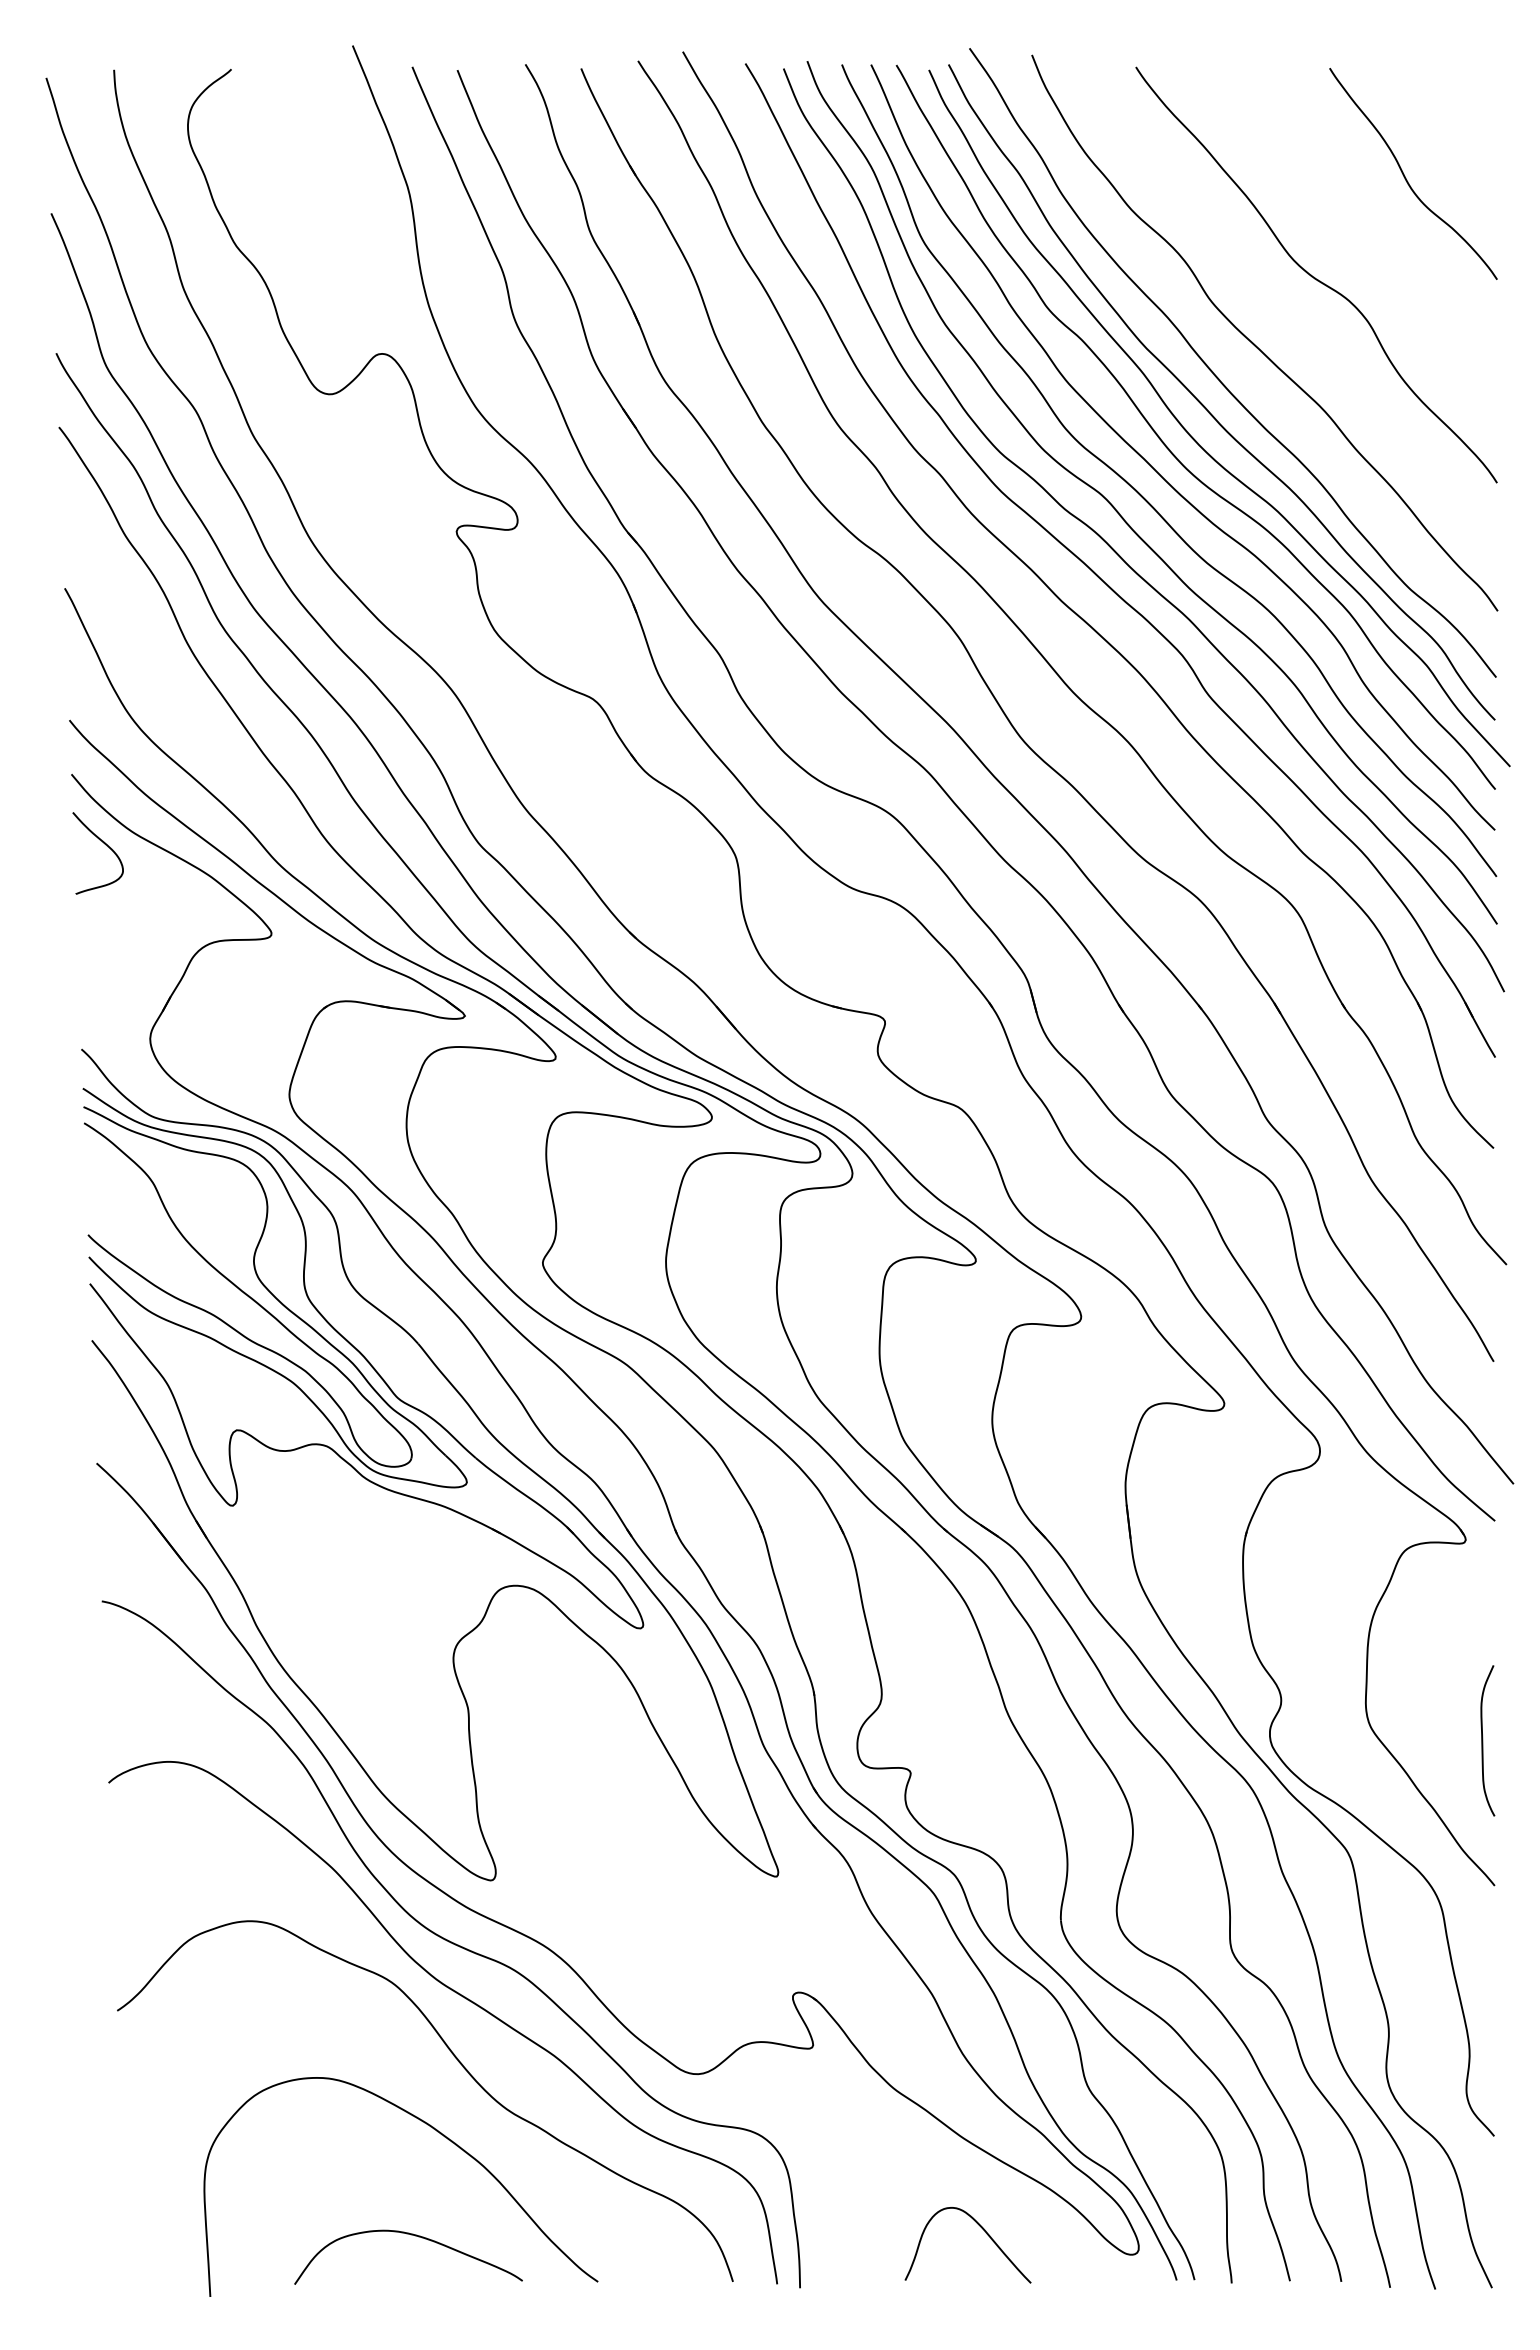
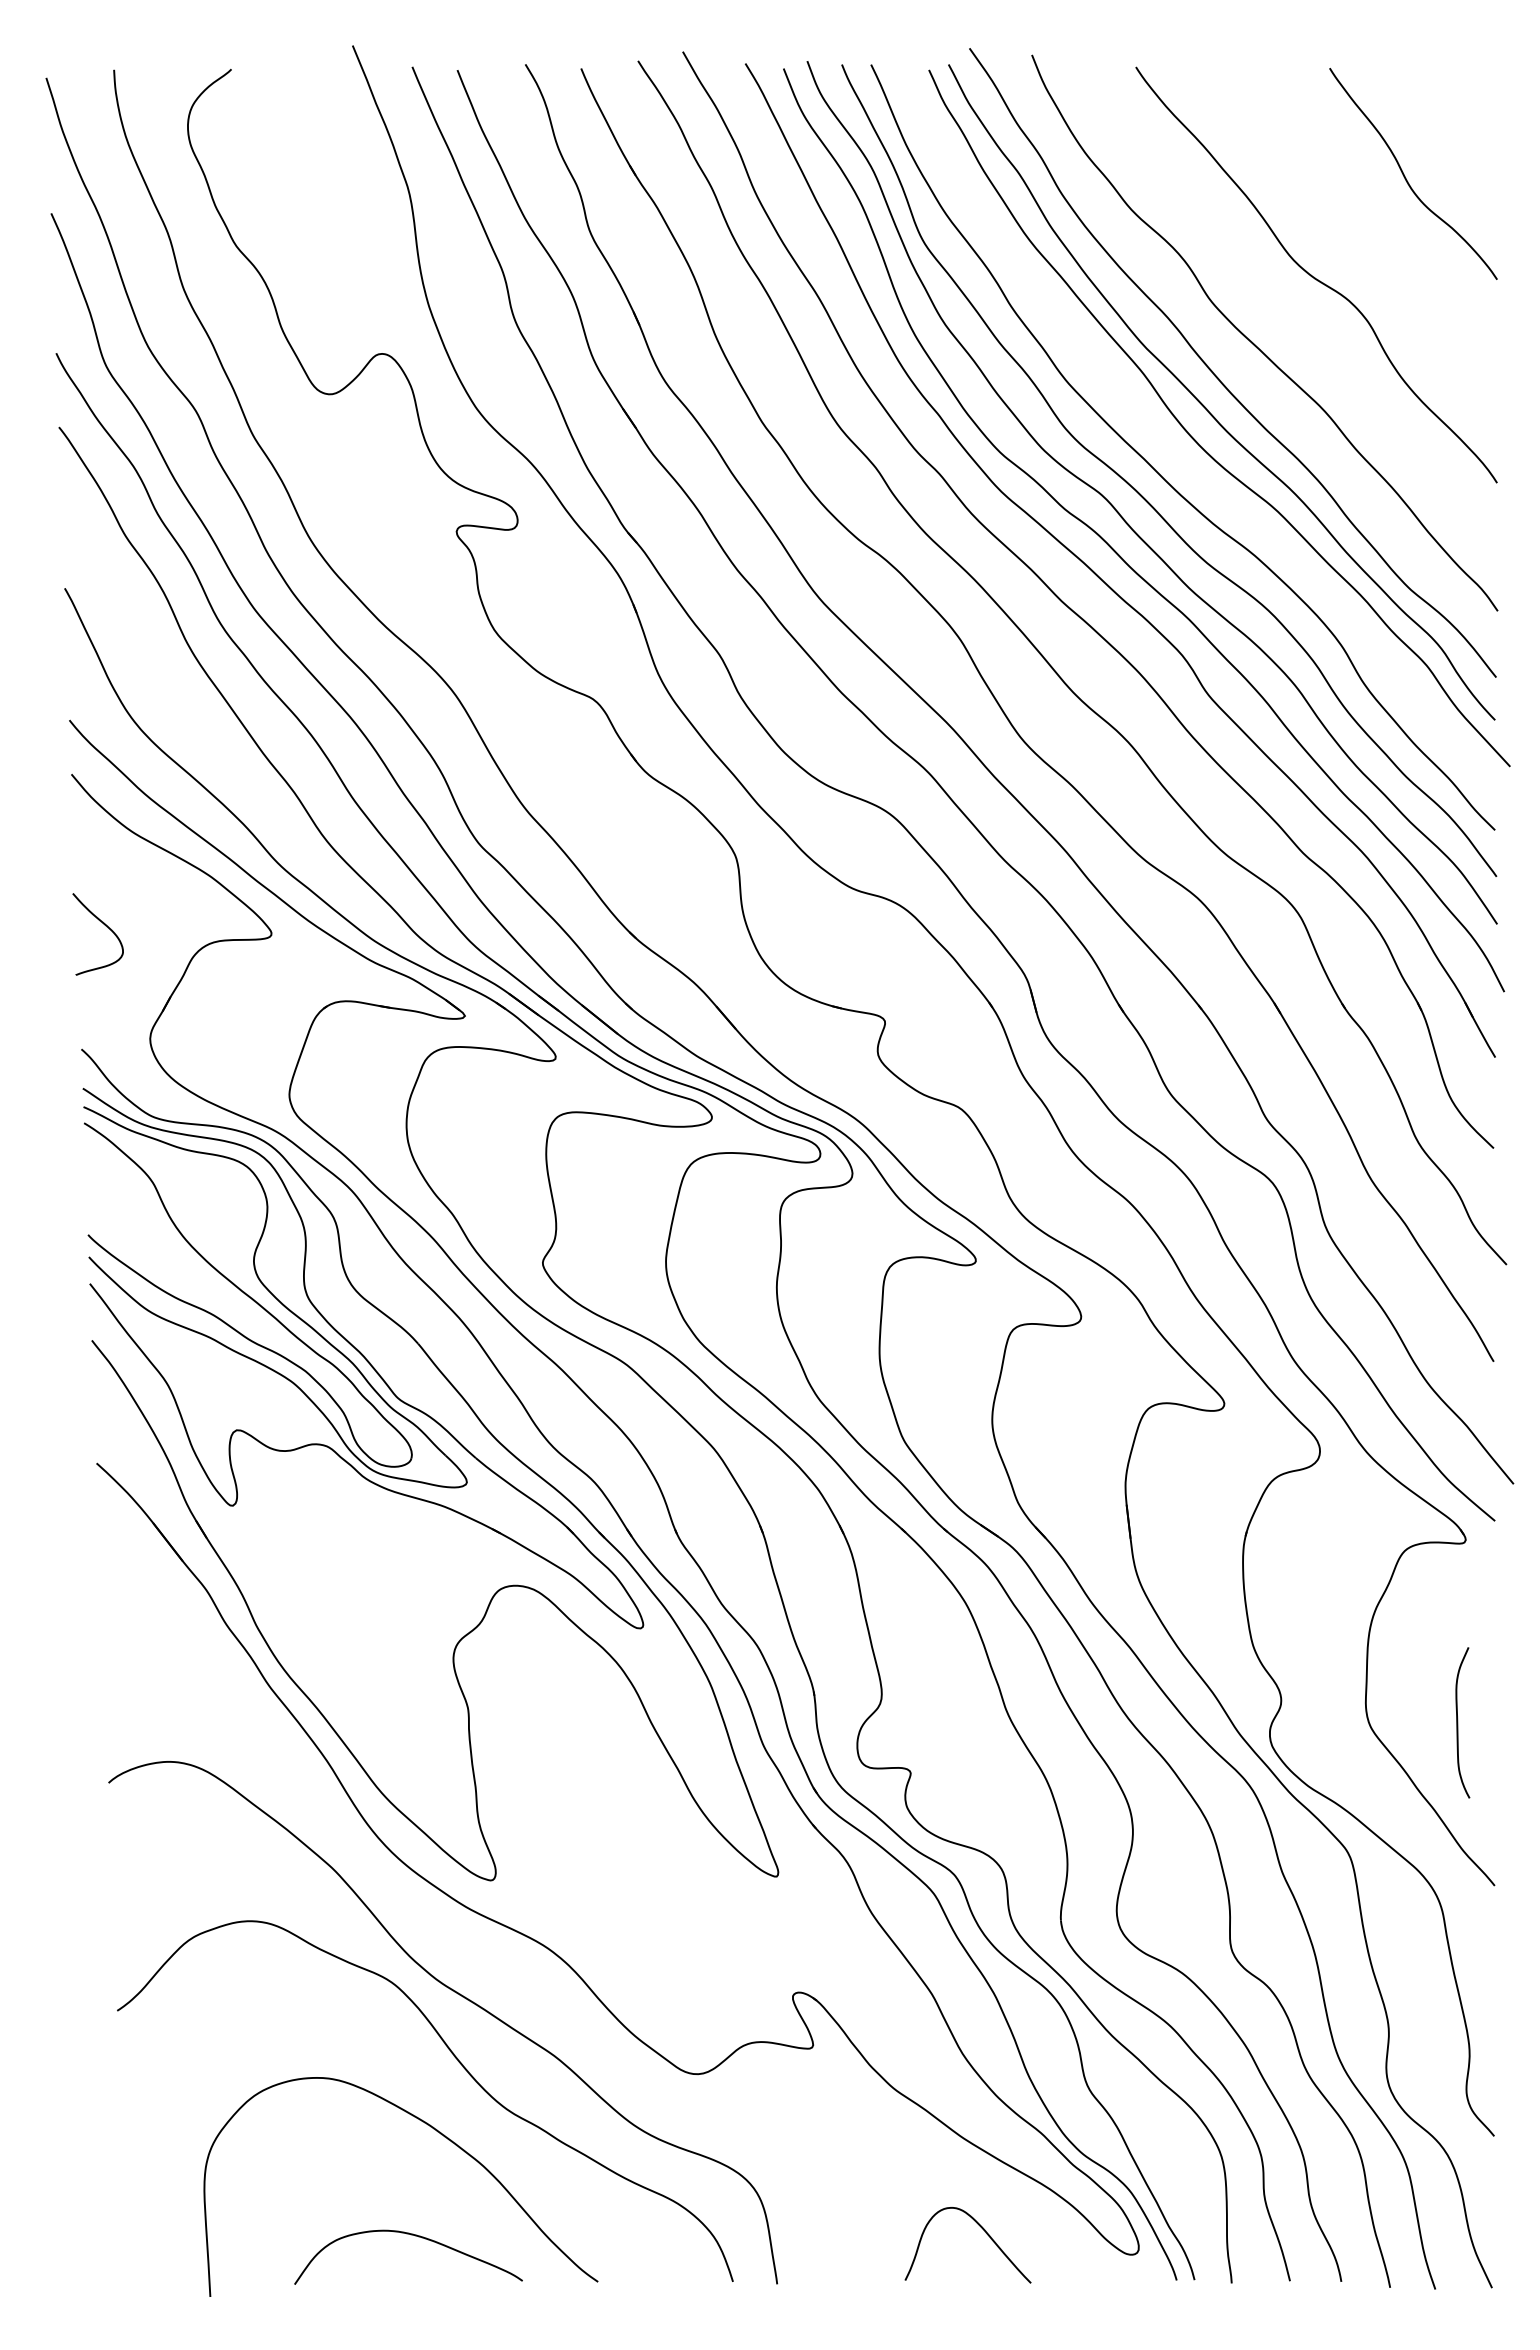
curve at (1169, 448): present -> none
curve at (105, 845) position: (105, 845) -> (105, 926)
curve at (1483, 1740) position: (1483, 1740) -> (1458, 1722)
curve at (450, 1943): present -> none
